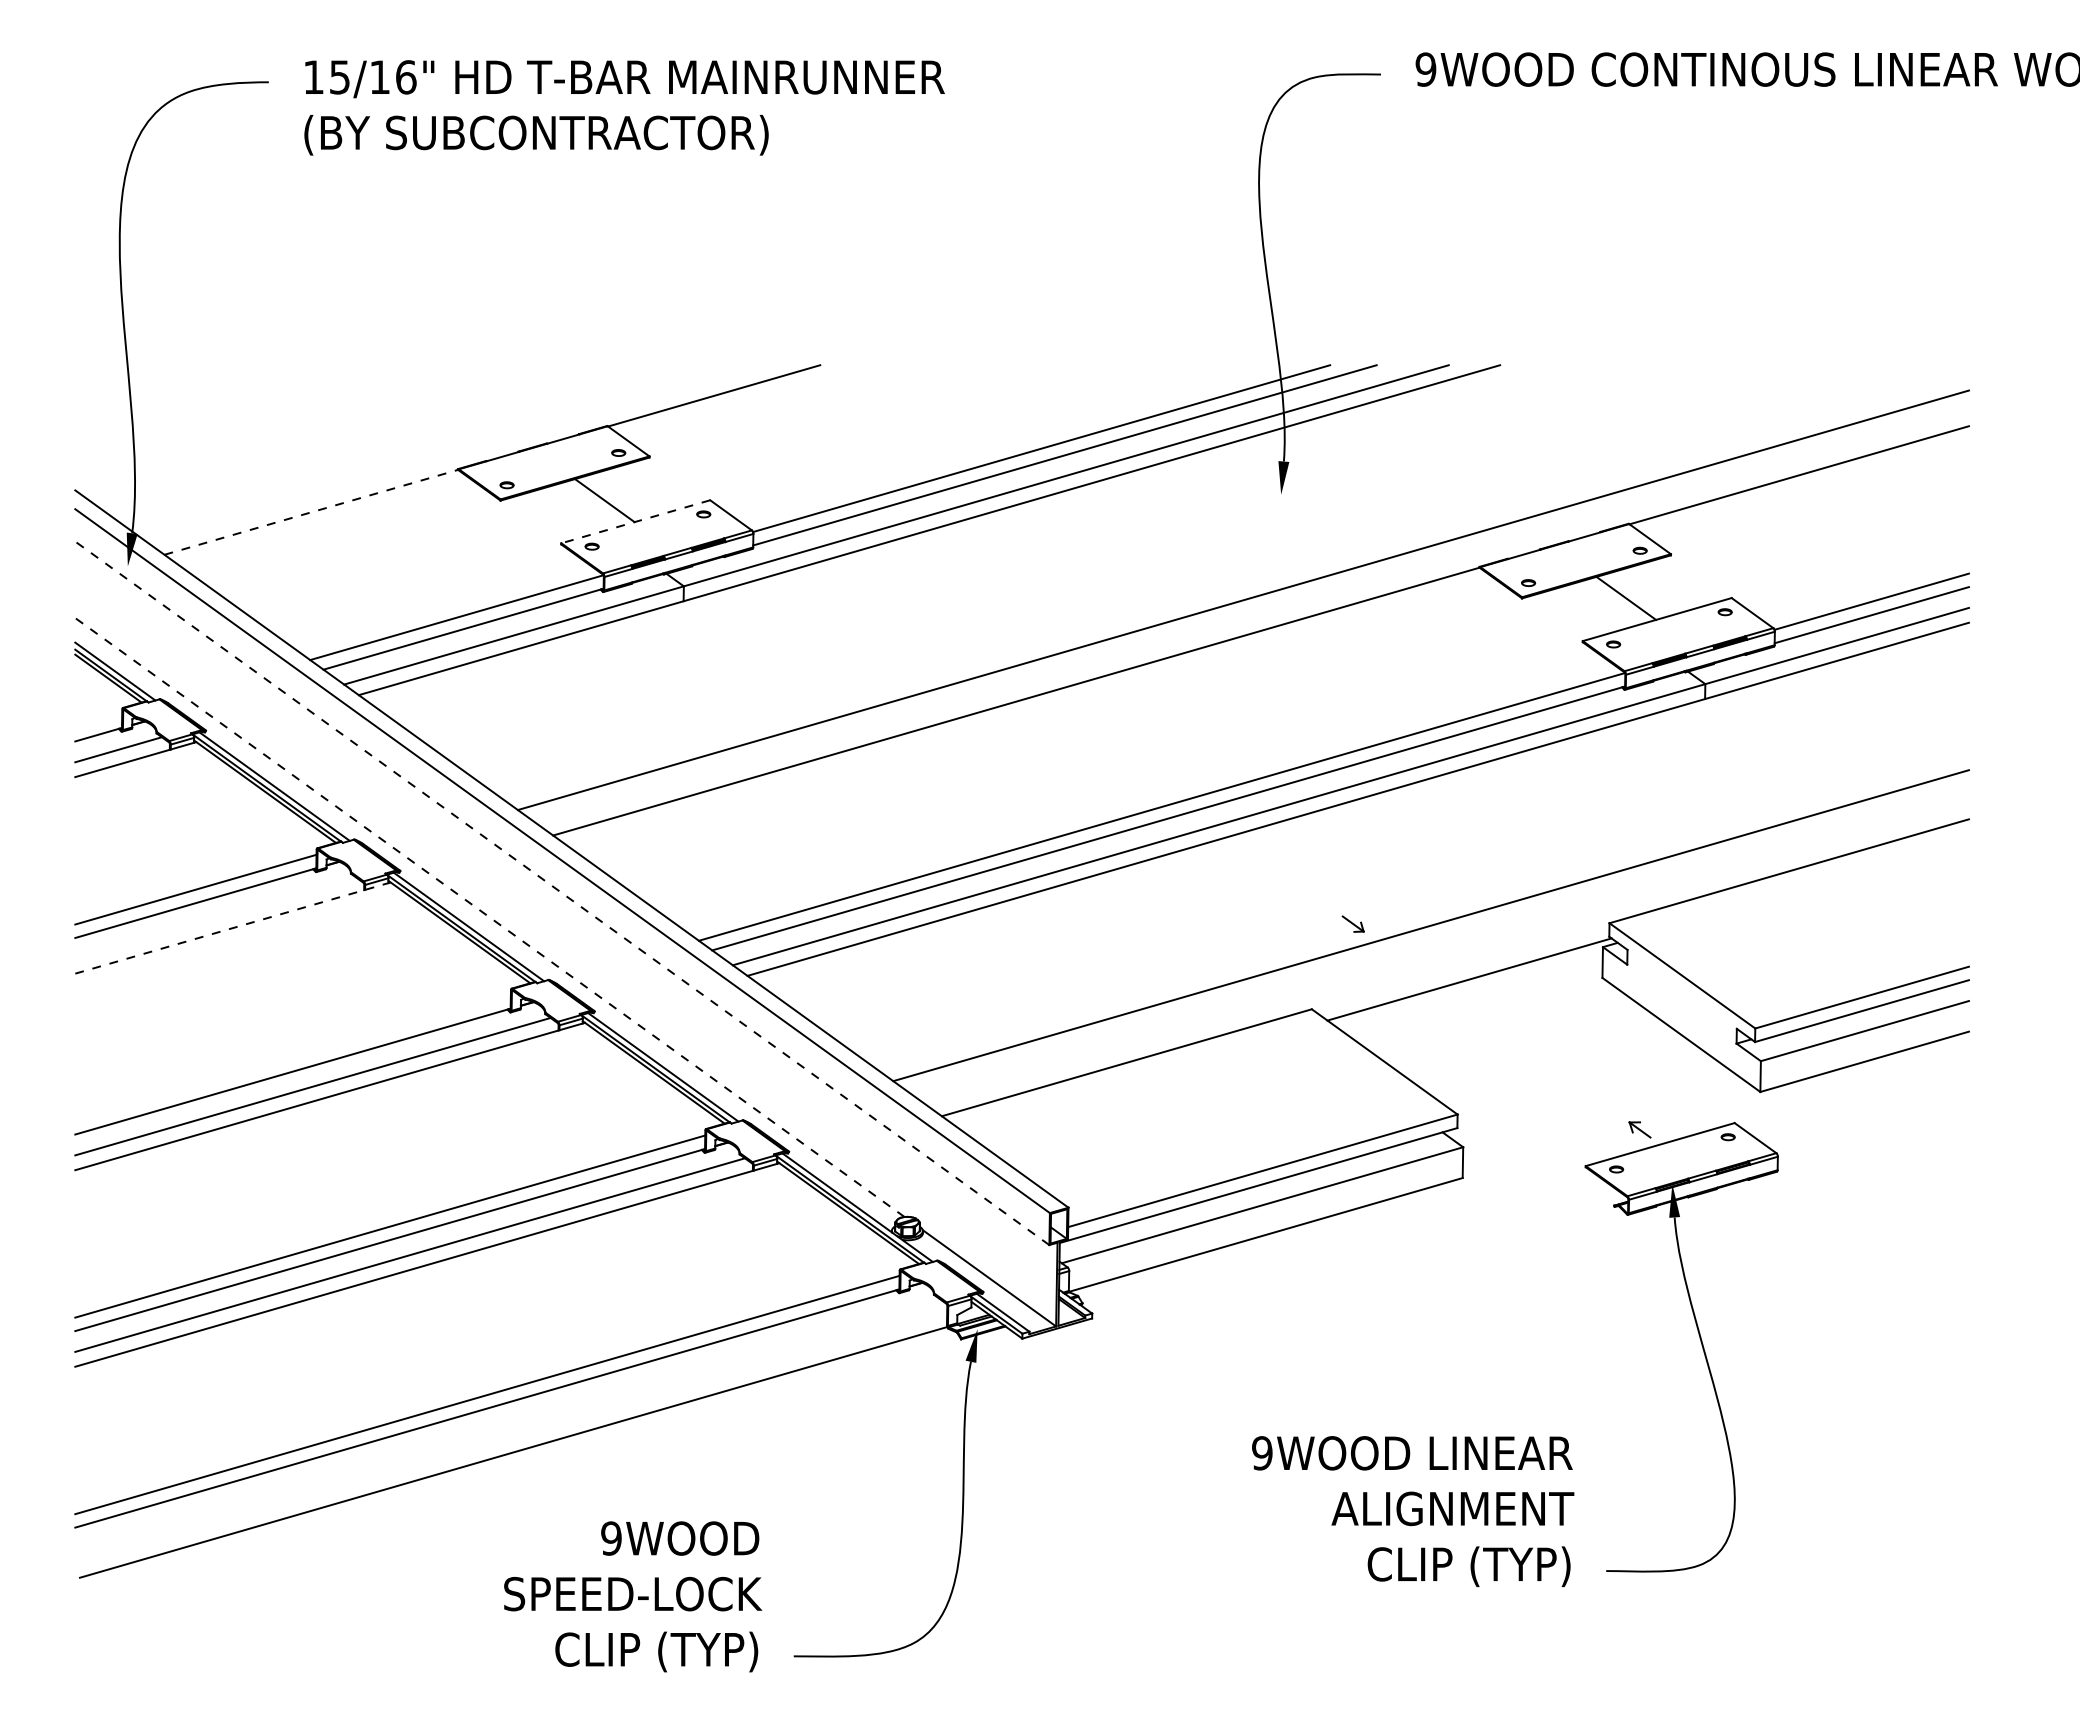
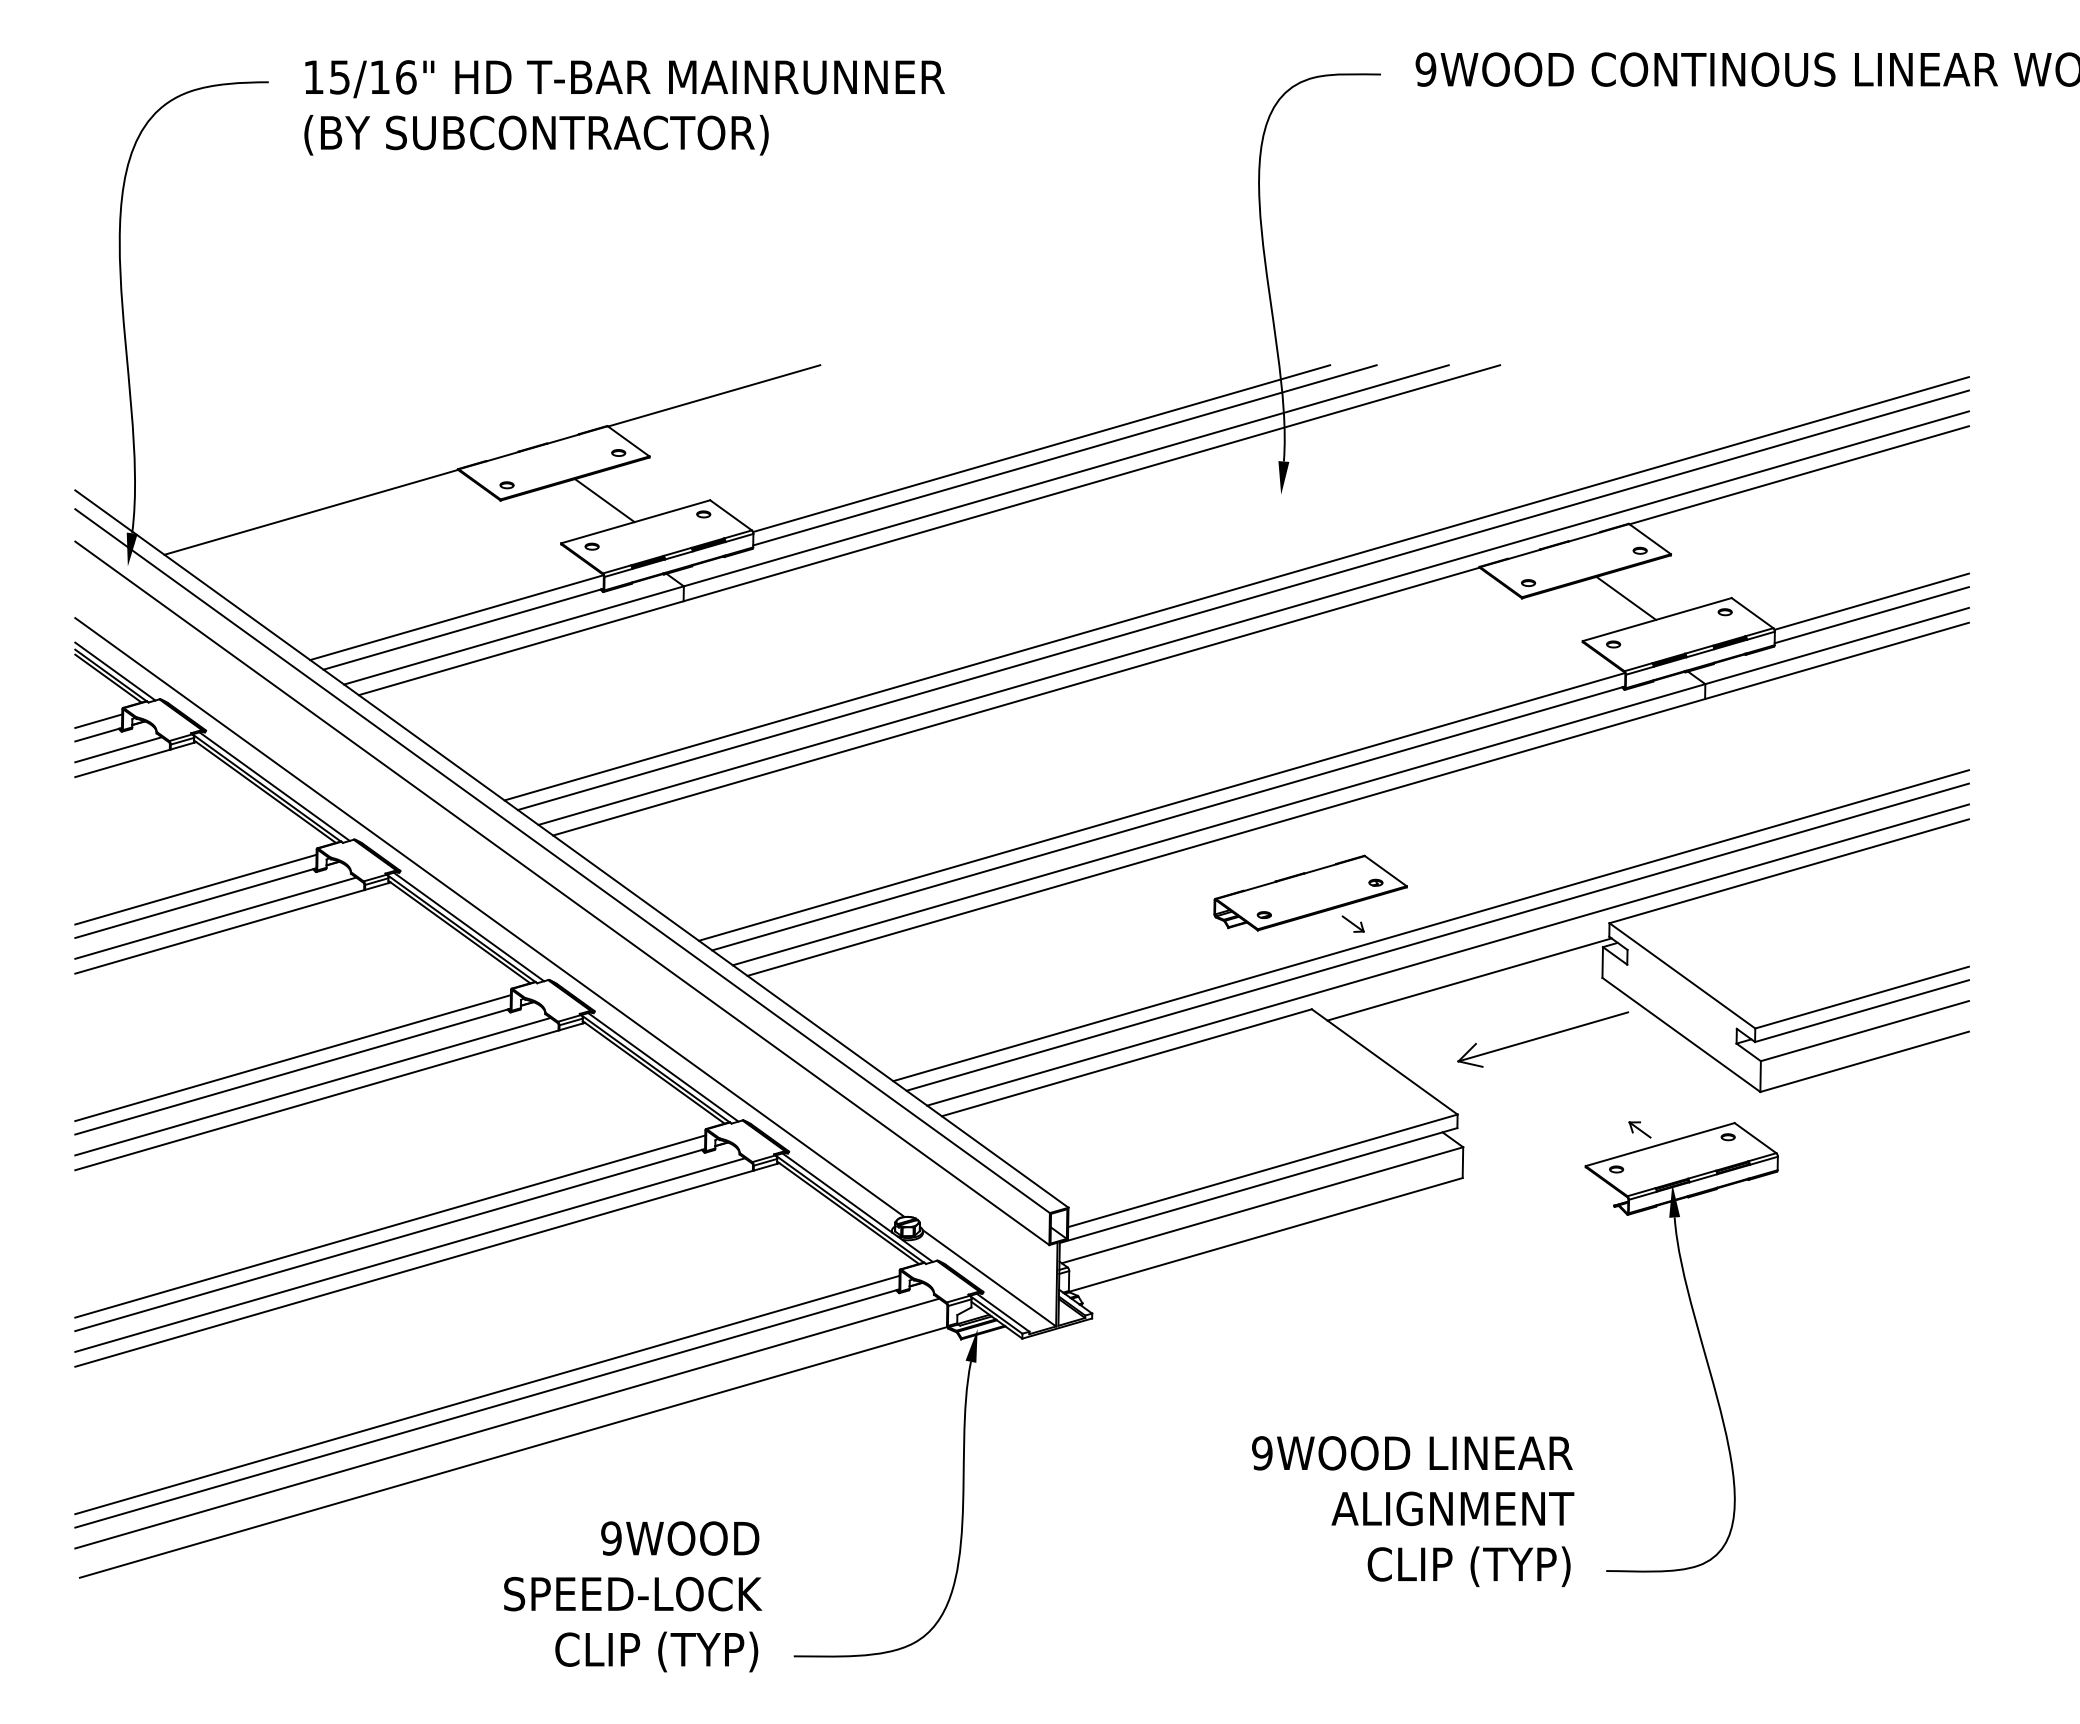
line at (311, 512): dashed -> solid
line at (635, 521): dashed -> solid
line at (1236, 588): none -> present
line at (1253, 617): none -> present
line at (98, 720): none -> present
part at (1310, 892): none -> present
line at (562, 893): dashed -> solid
line at (215, 917): none -> present
line at (489, 917): dashed -> solid
line at (233, 927): dashed -> solid
line at (1437, 936): none -> present
line at (1447, 954): none -> present
part at (1542, 1039): none -> present
line at (292, 1058): none -> present
line at (507, 1423): none -> present
